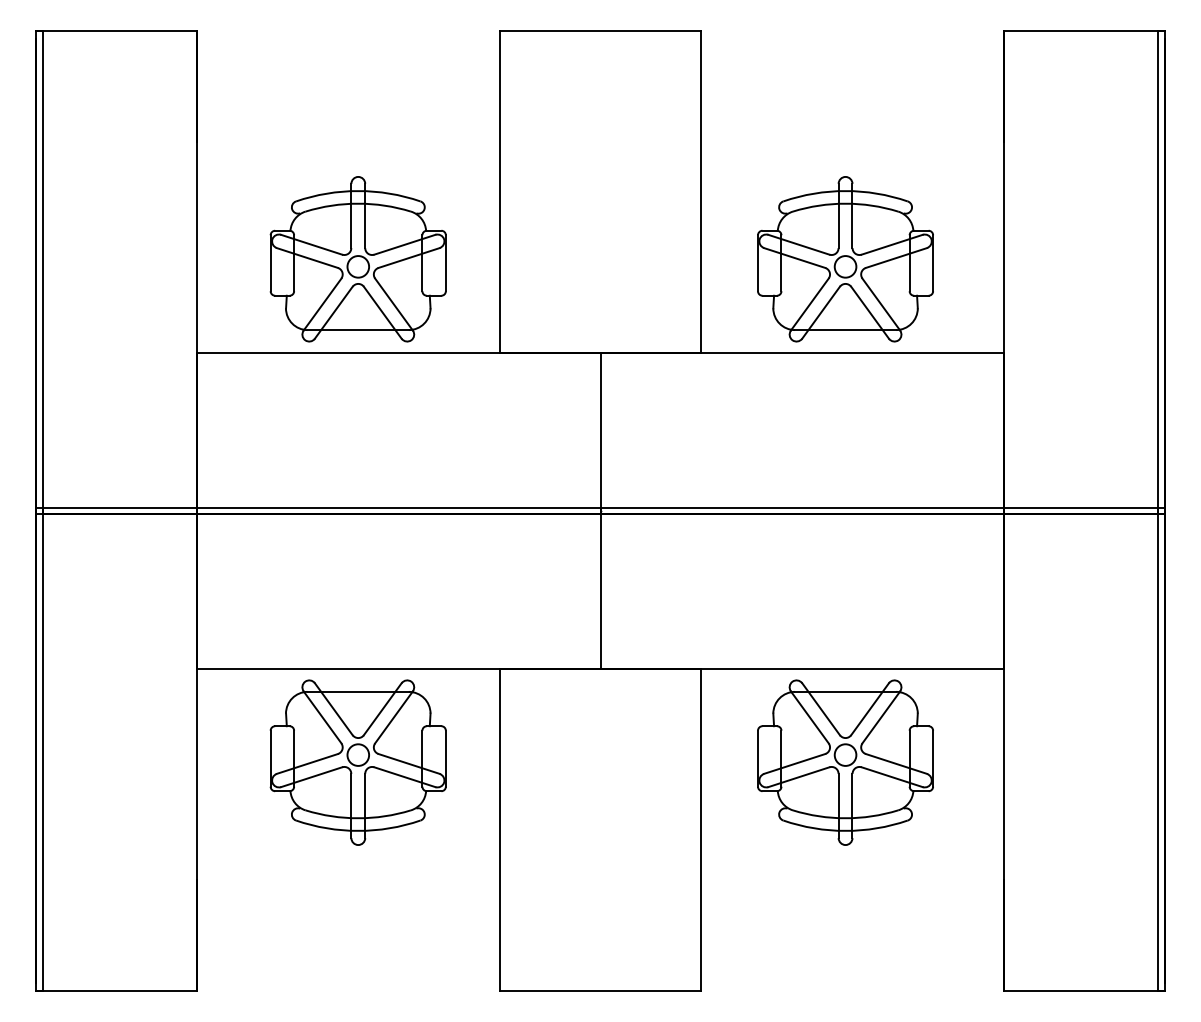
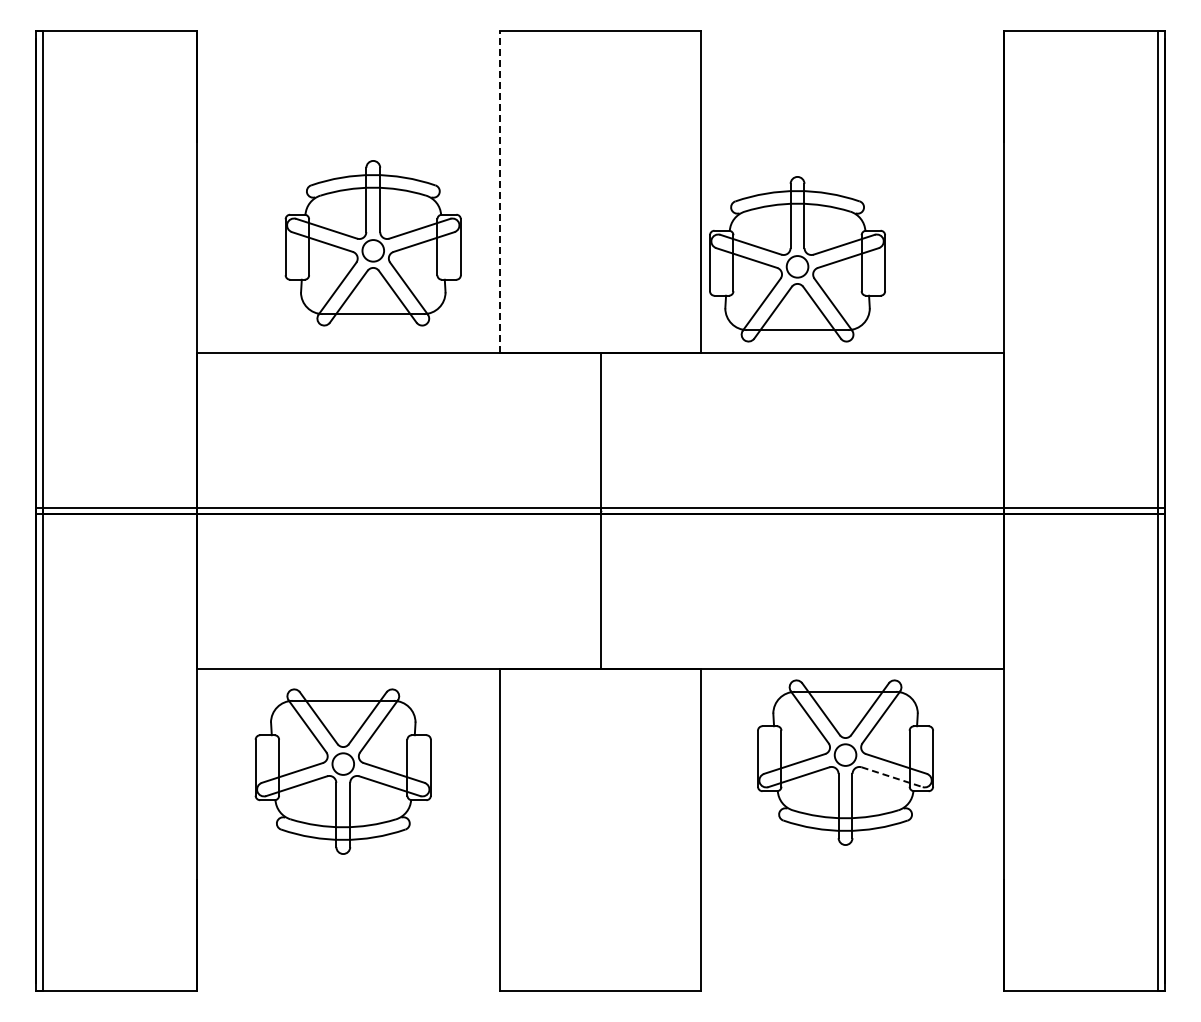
line at (499, 191): solid -> dashed
part at (357, 259) position: (357, 259) -> (372, 243)
part at (845, 259) position: (845, 259) -> (797, 259)
part at (357, 762) position: (357, 762) -> (342, 771)
line at (892, 777): solid -> dashed
